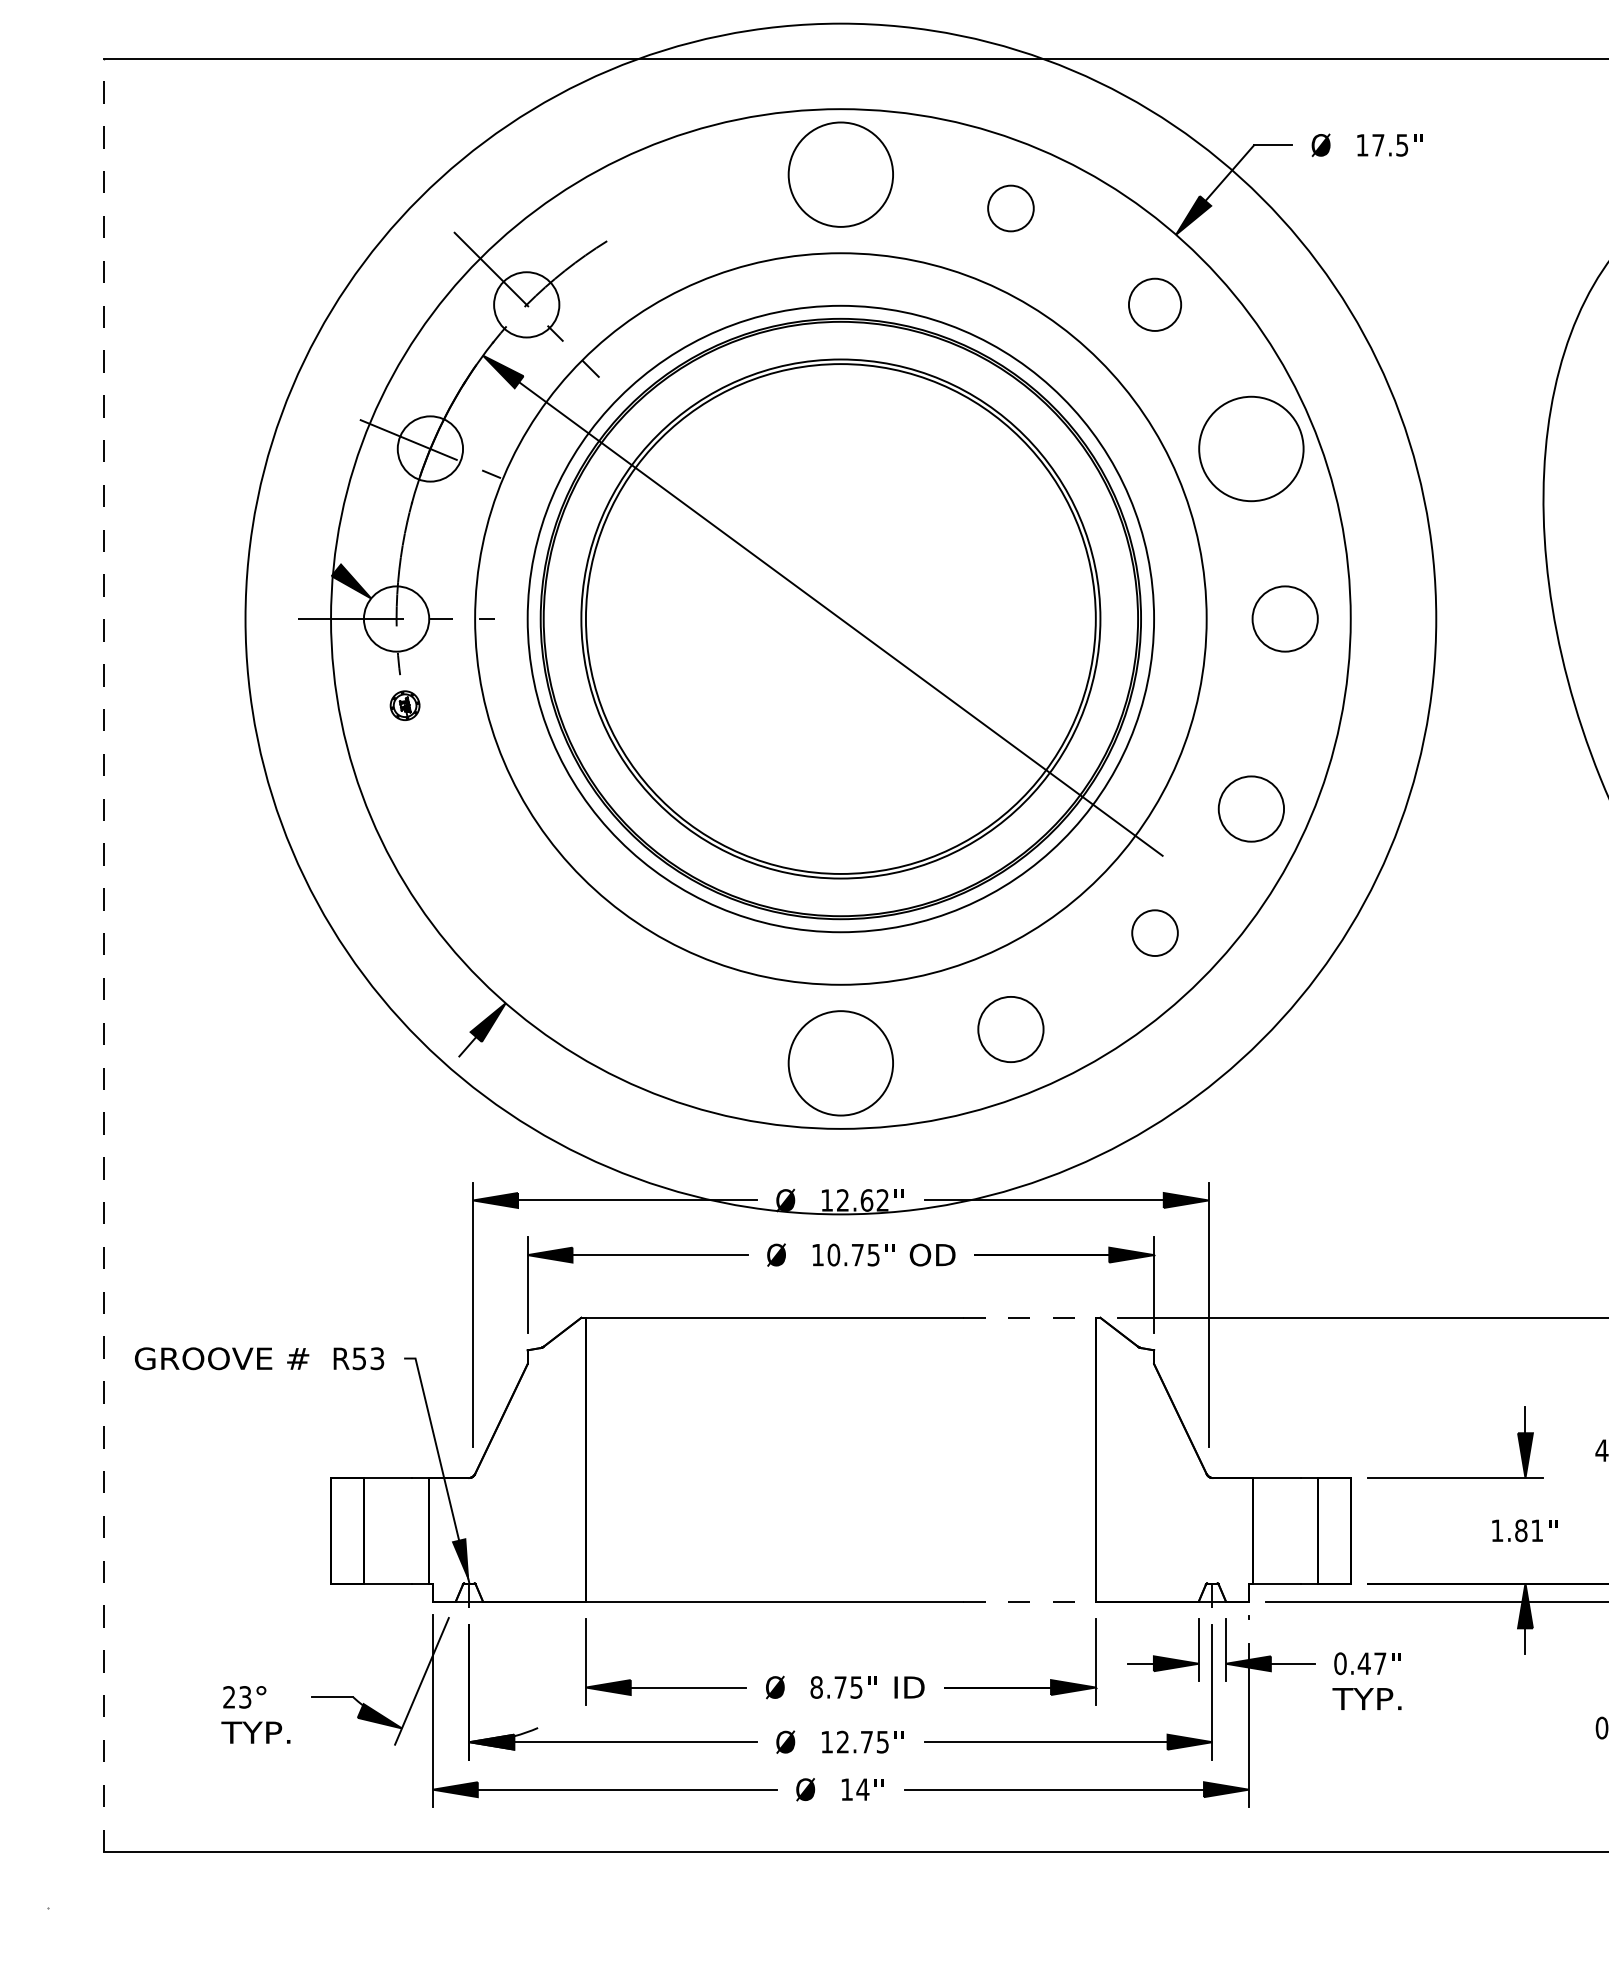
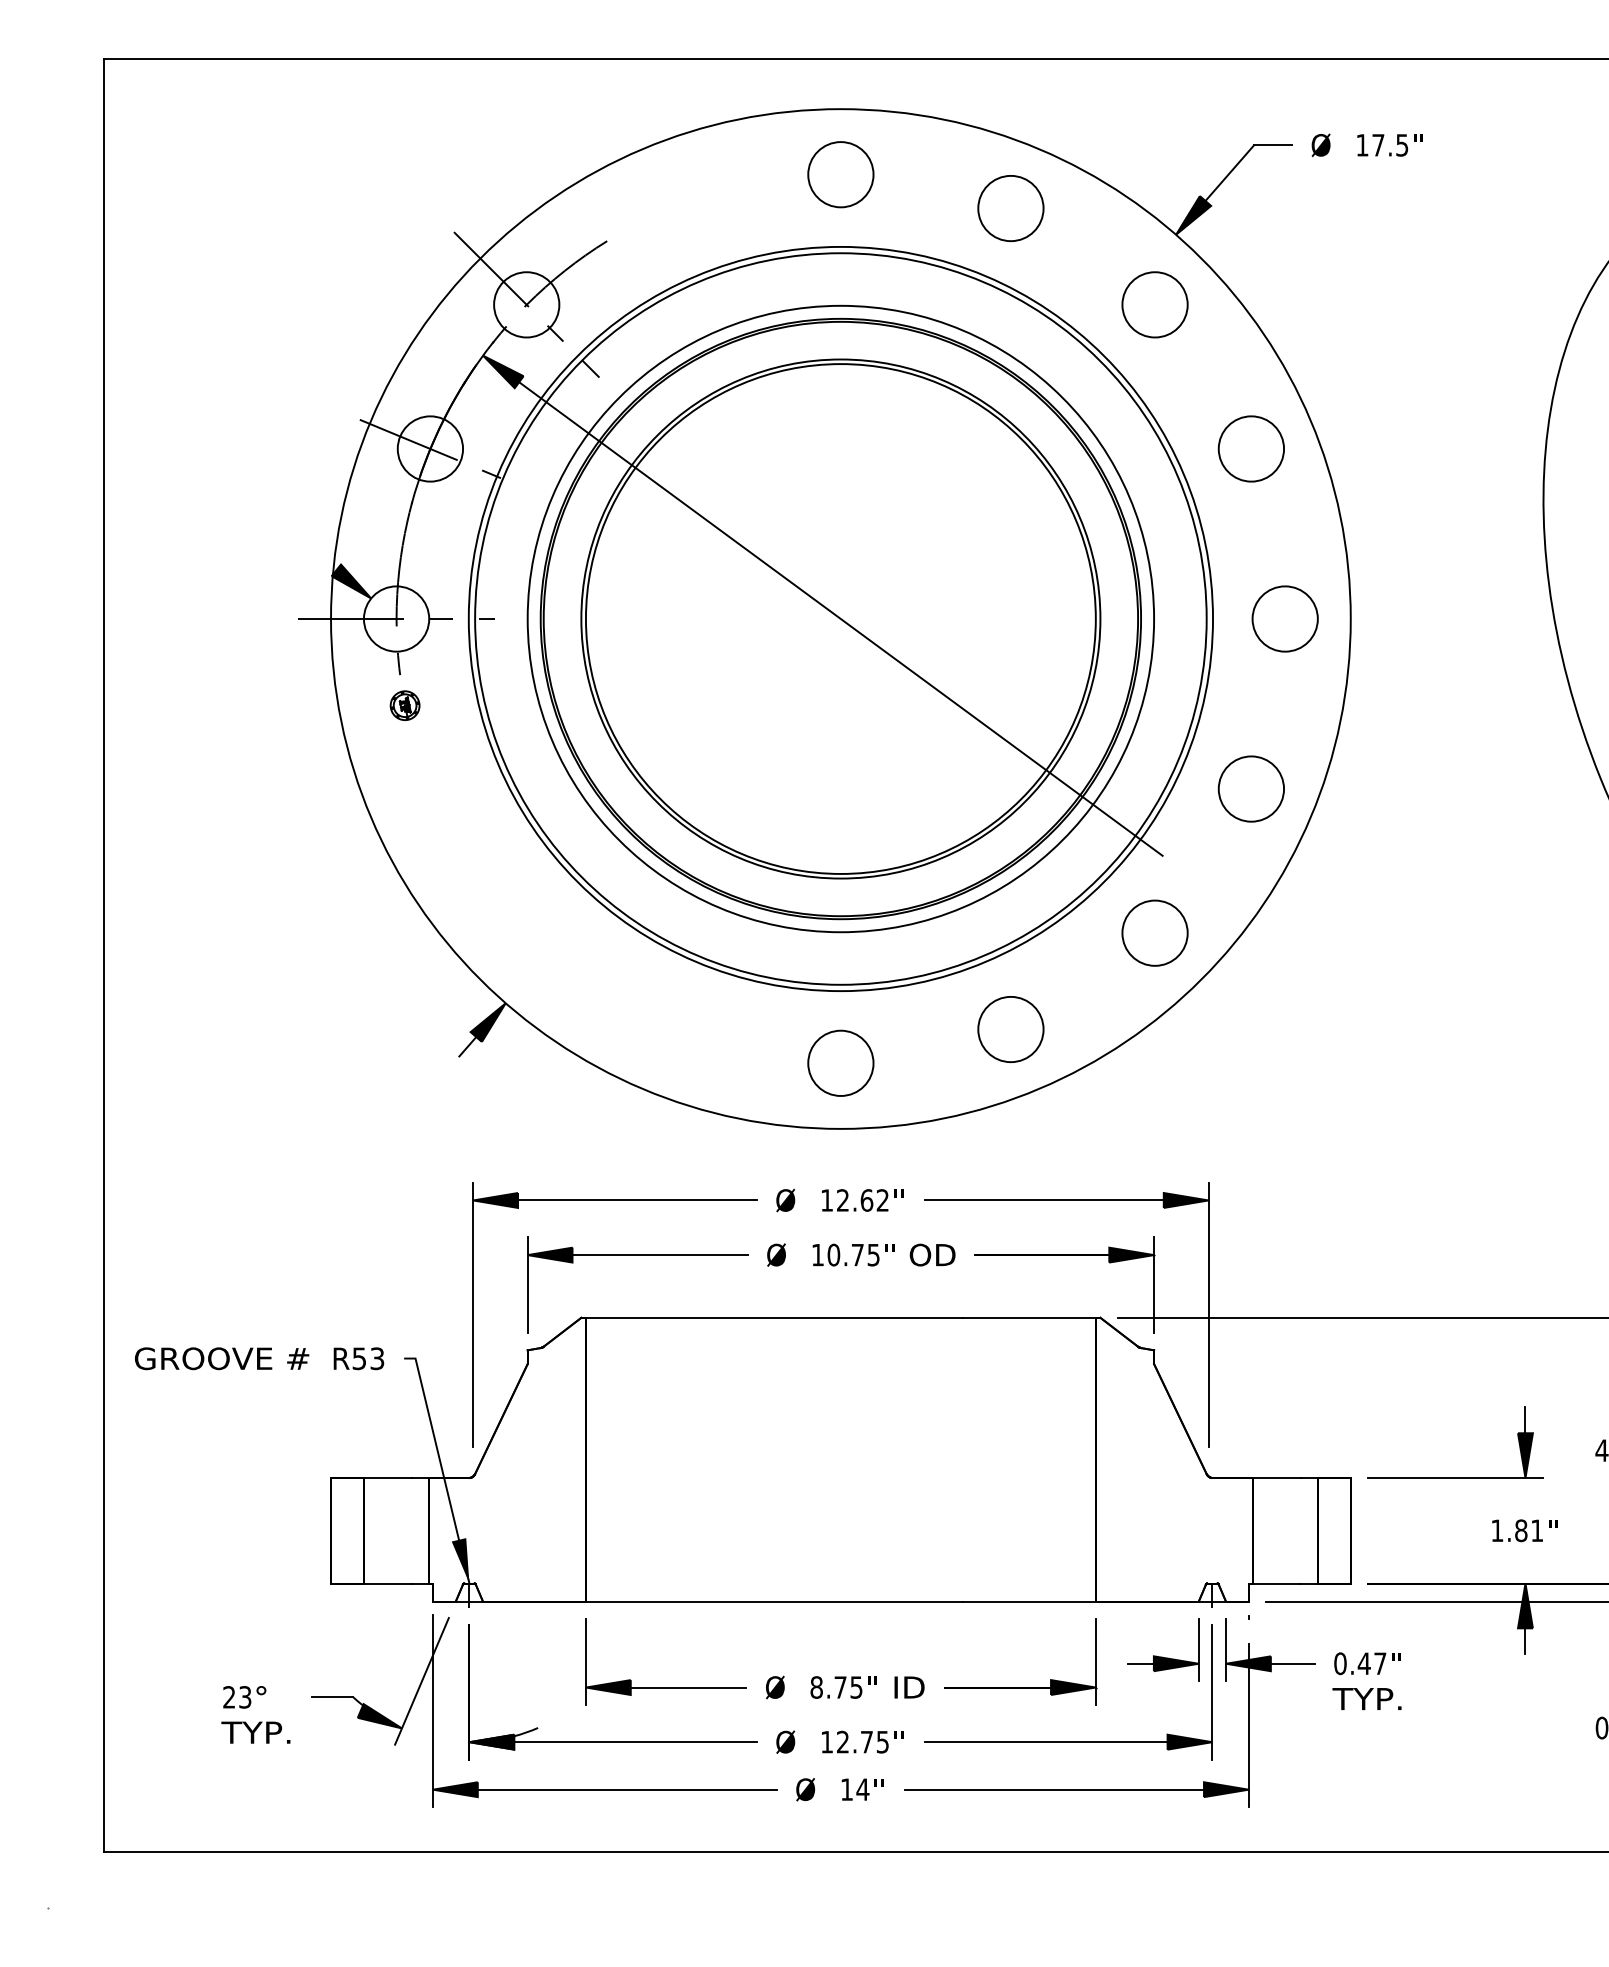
circle at (840, 174) diameter: 104 px -> 65 px
circle at (1010, 208) size: 48x49 px -> 68x67 px
circle at (1154, 304) diameter: 52 px -> 65 px
circle at (1251, 448) diameter: 104 px -> 65 px
circle at (840, 618) diameter: 1191 px -> 744 px
circle at (1250, 808) position: (1250, 808) -> (1250, 788)
circle at (1154, 932) size: 48x48 px -> 68x68 px
line at (104, 954): dashed -> solid
circle at (840, 1063) diameter: 104 px -> 65 px
line at (1029, 1317): dashed -> solid
line at (1029, 1601): dashed -> solid
